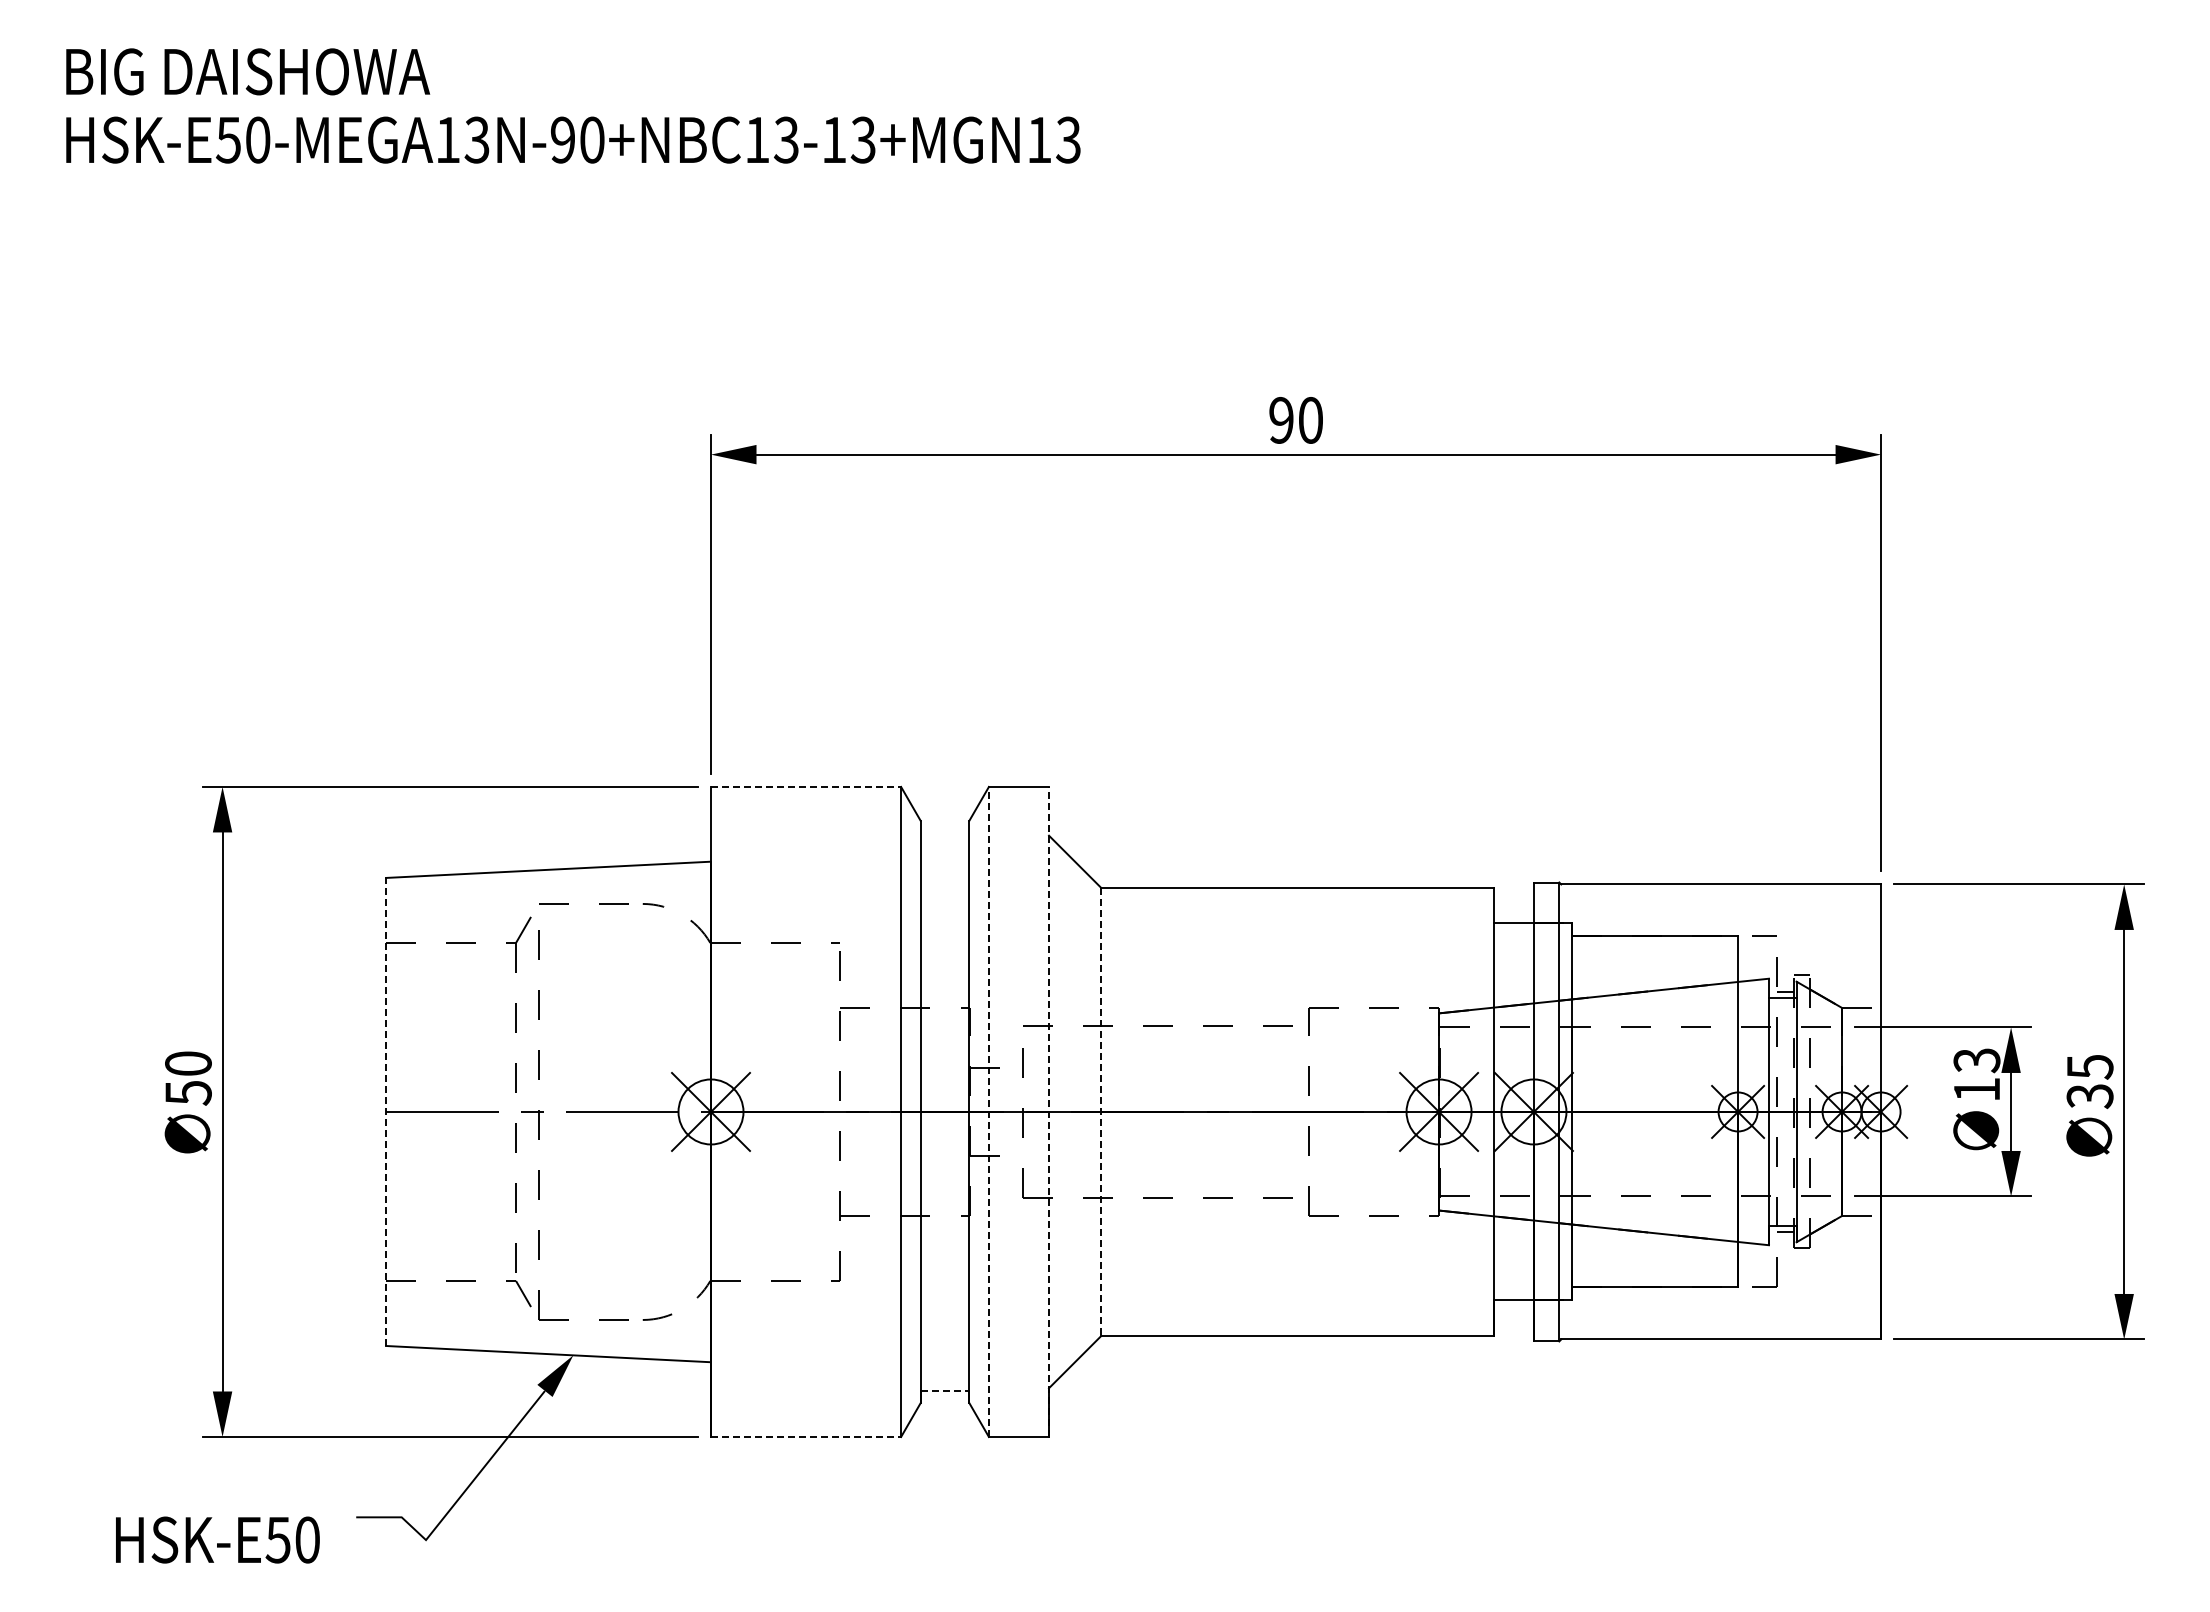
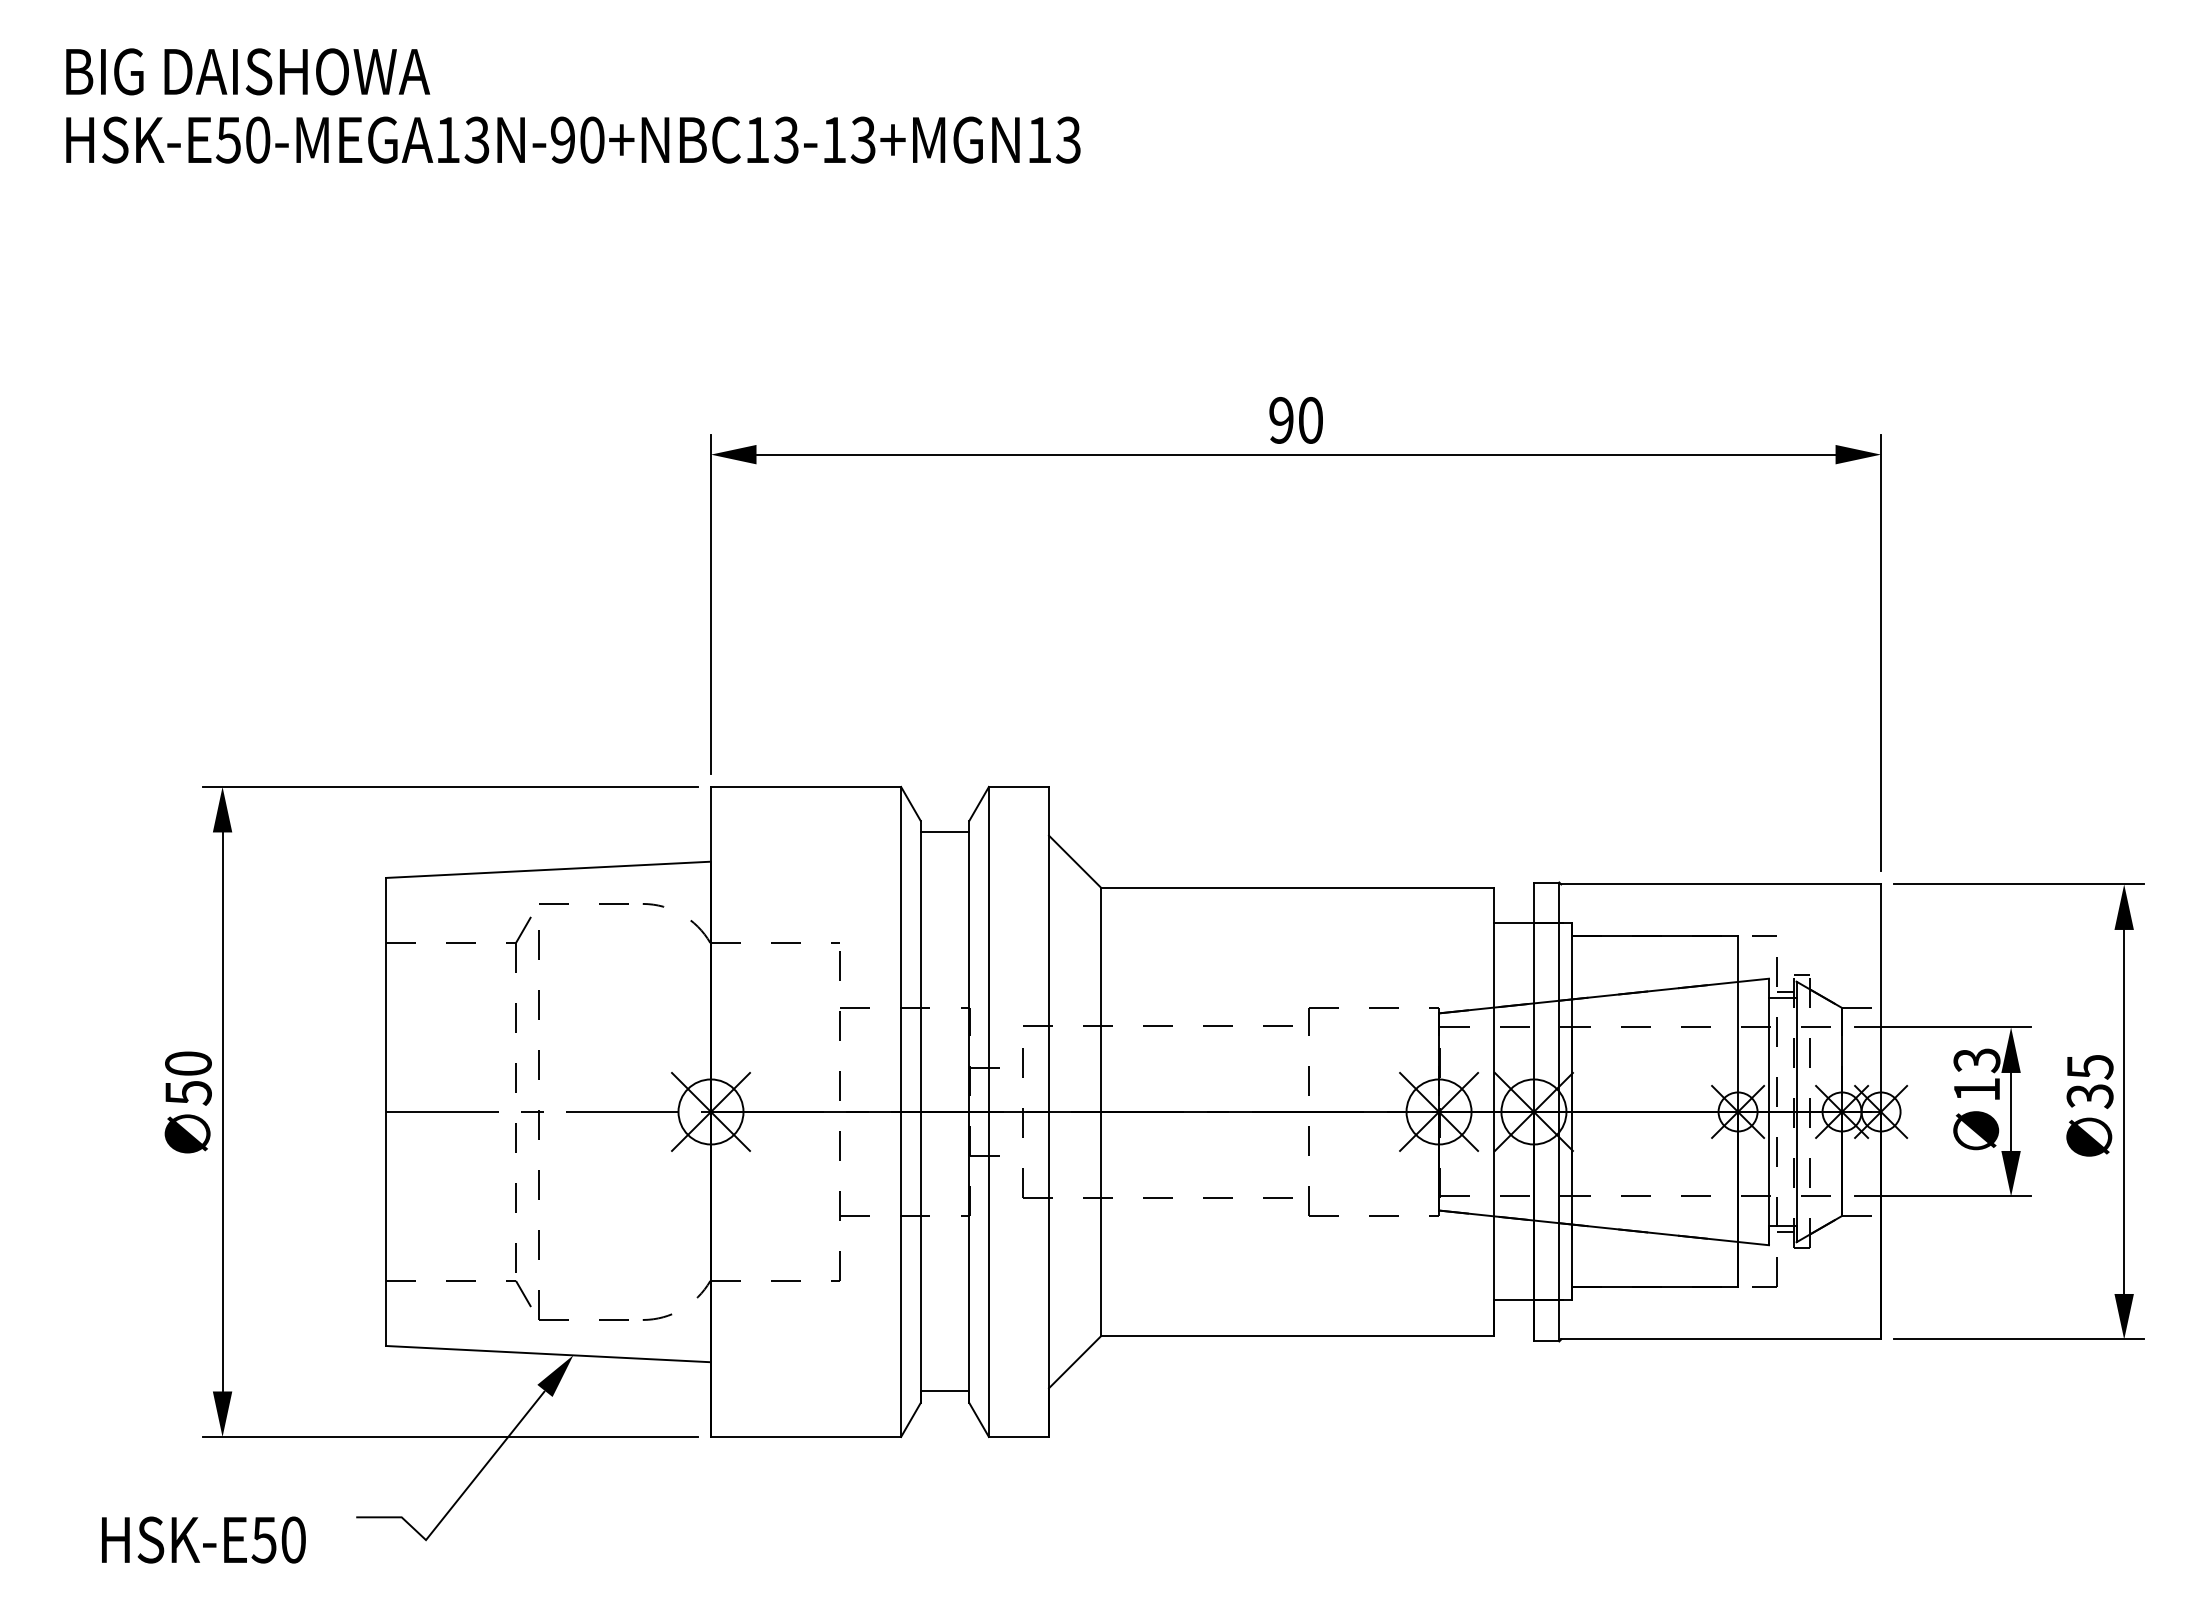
line at (806, 786): dashed -> solid
line at (944, 832): none -> present
line at (385, 1111): dashed -> solid
line at (988, 1111): dashed -> solid
line at (1049, 1111): dashed -> solid
line at (1101, 1112): dashed -> solid
line at (945, 1391): dashed -> solid
line at (806, 1436): dashed -> solid
text at (217, 1539) position: (217, 1539) -> (203, 1539)
